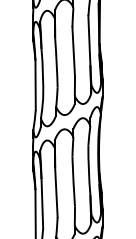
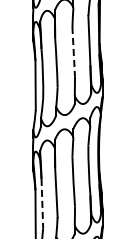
line at (73, 51): solid -> dashed
line at (42, 203): solid -> dashed
